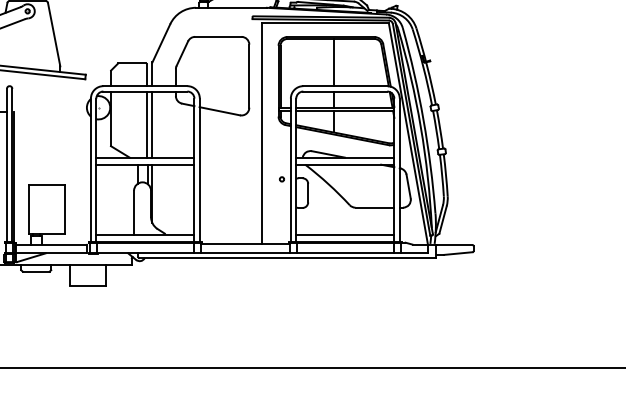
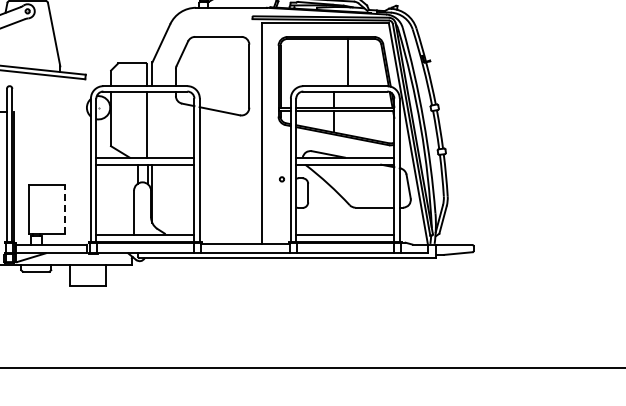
line at (333, 62) position: (333, 62) -> (347, 62)
line at (152, 124): present -> none
line at (65, 209): solid -> dashed
